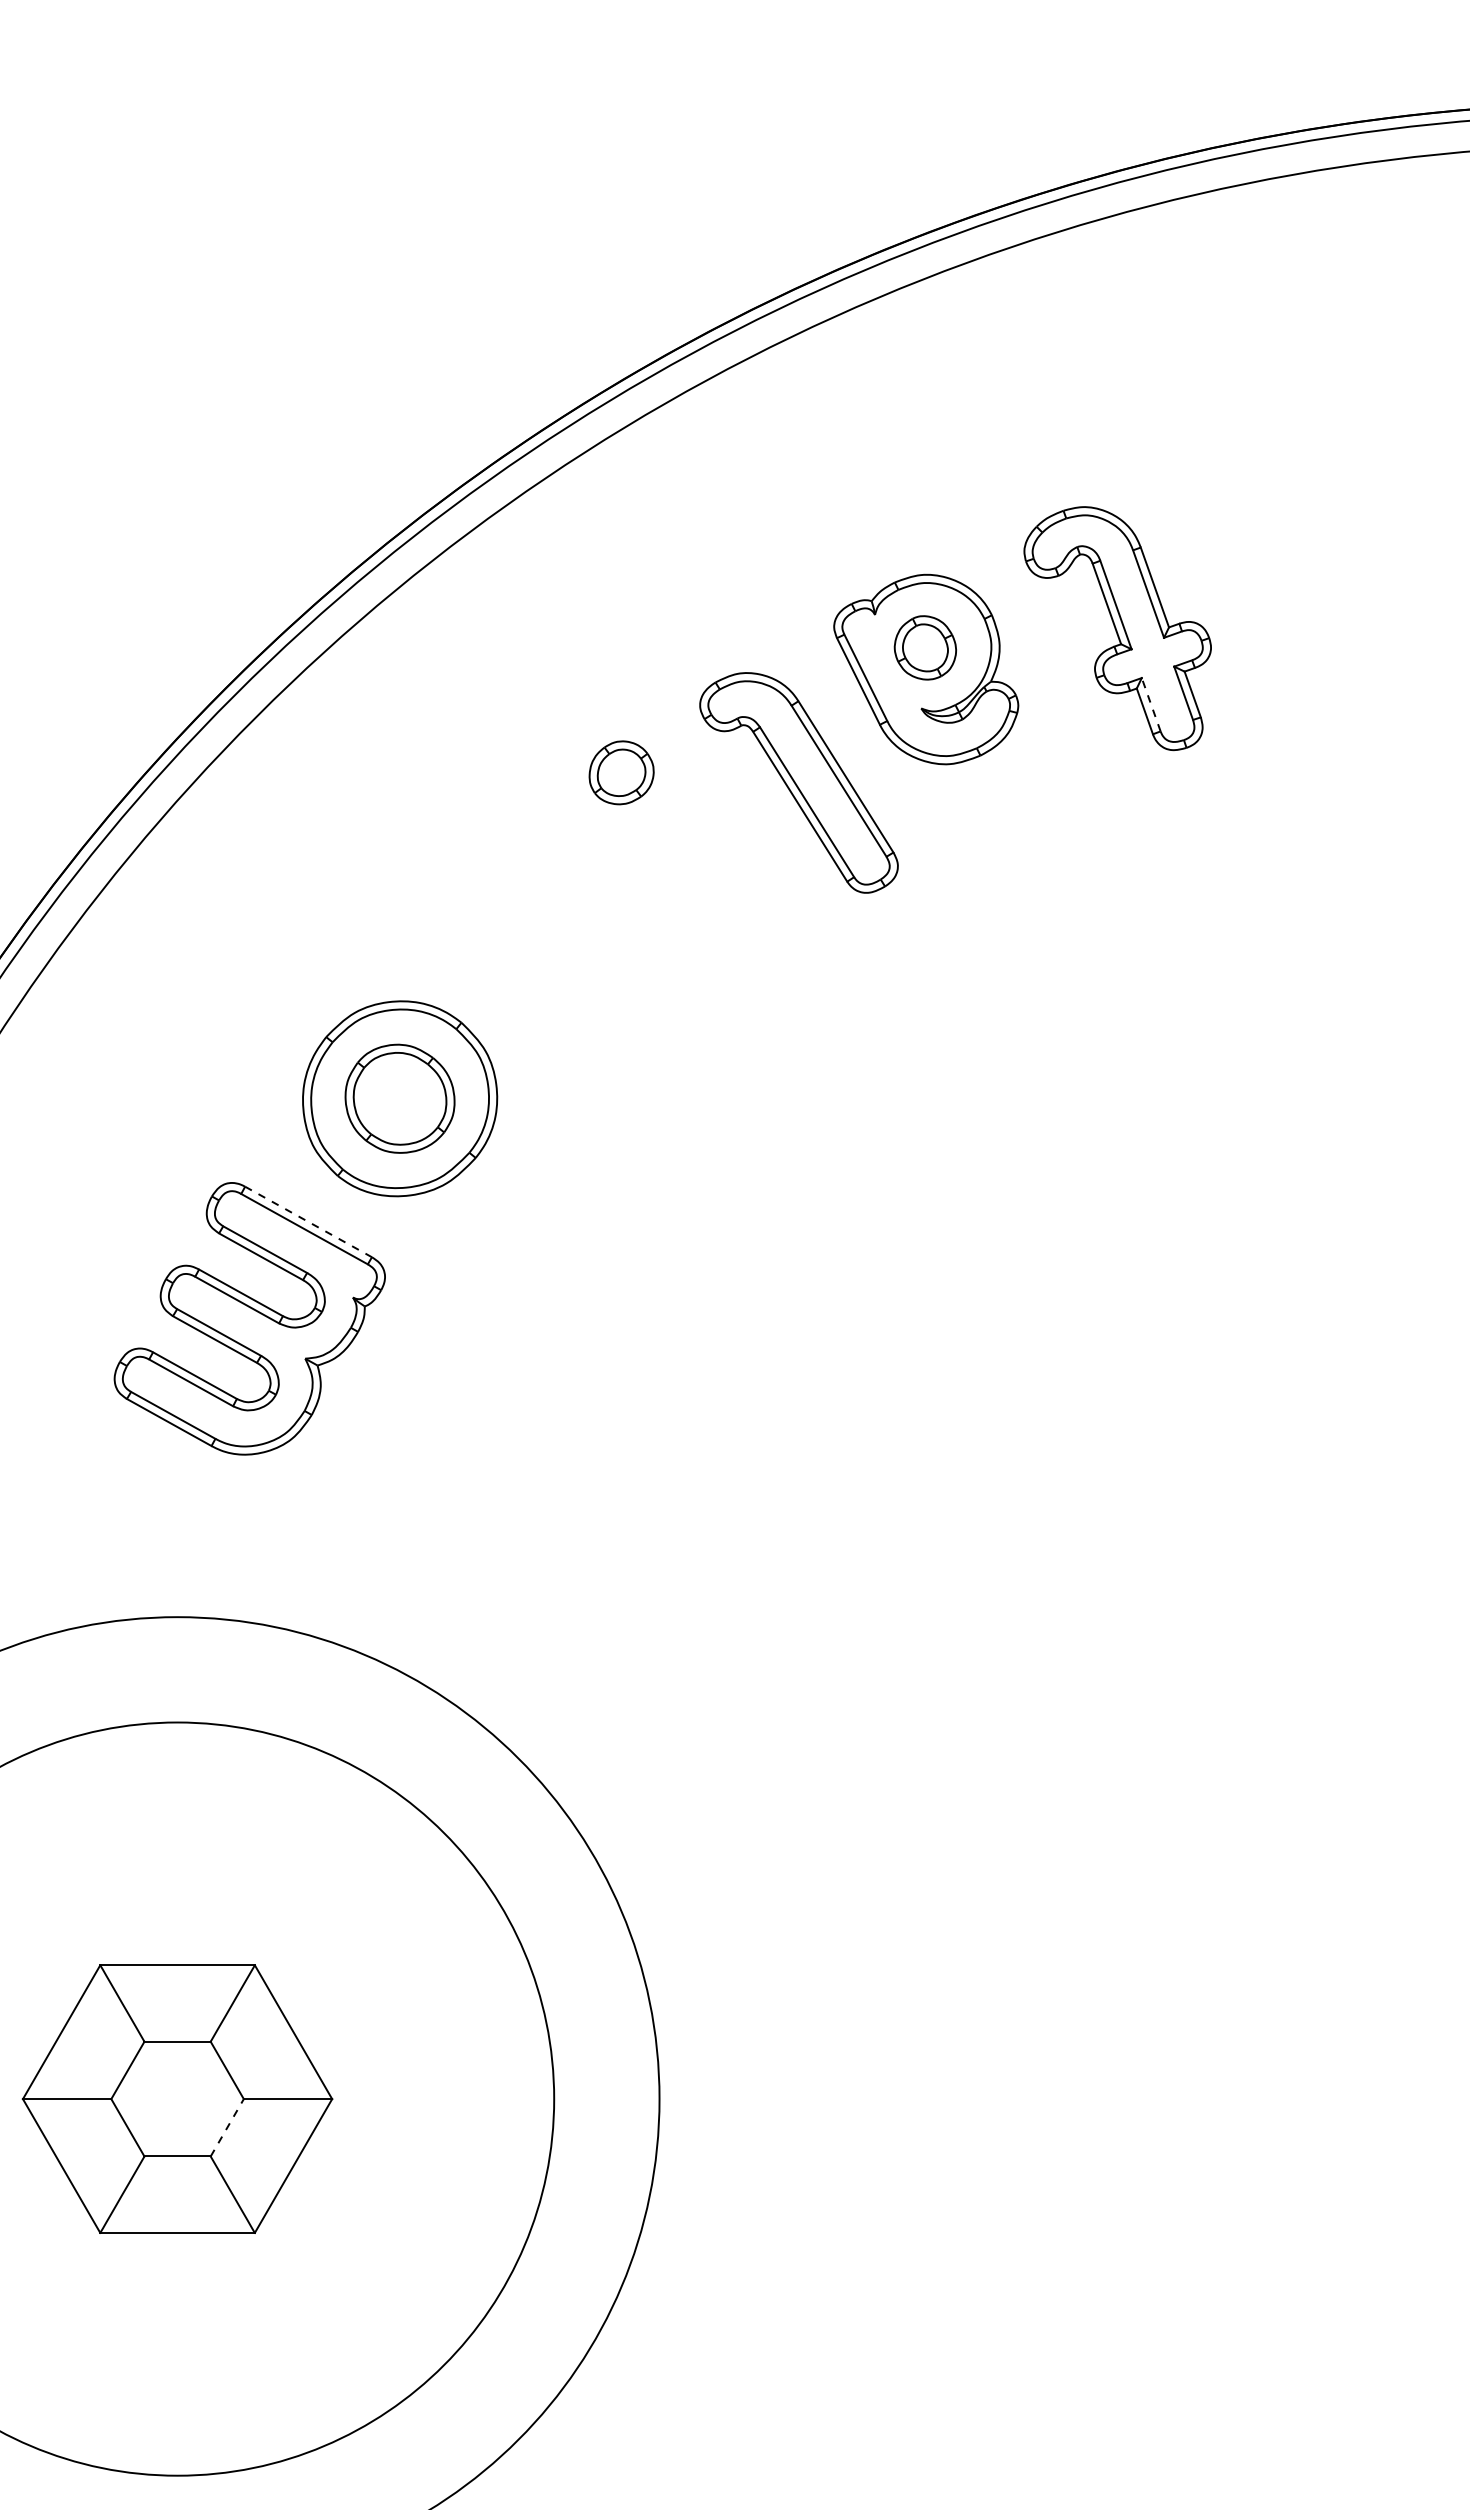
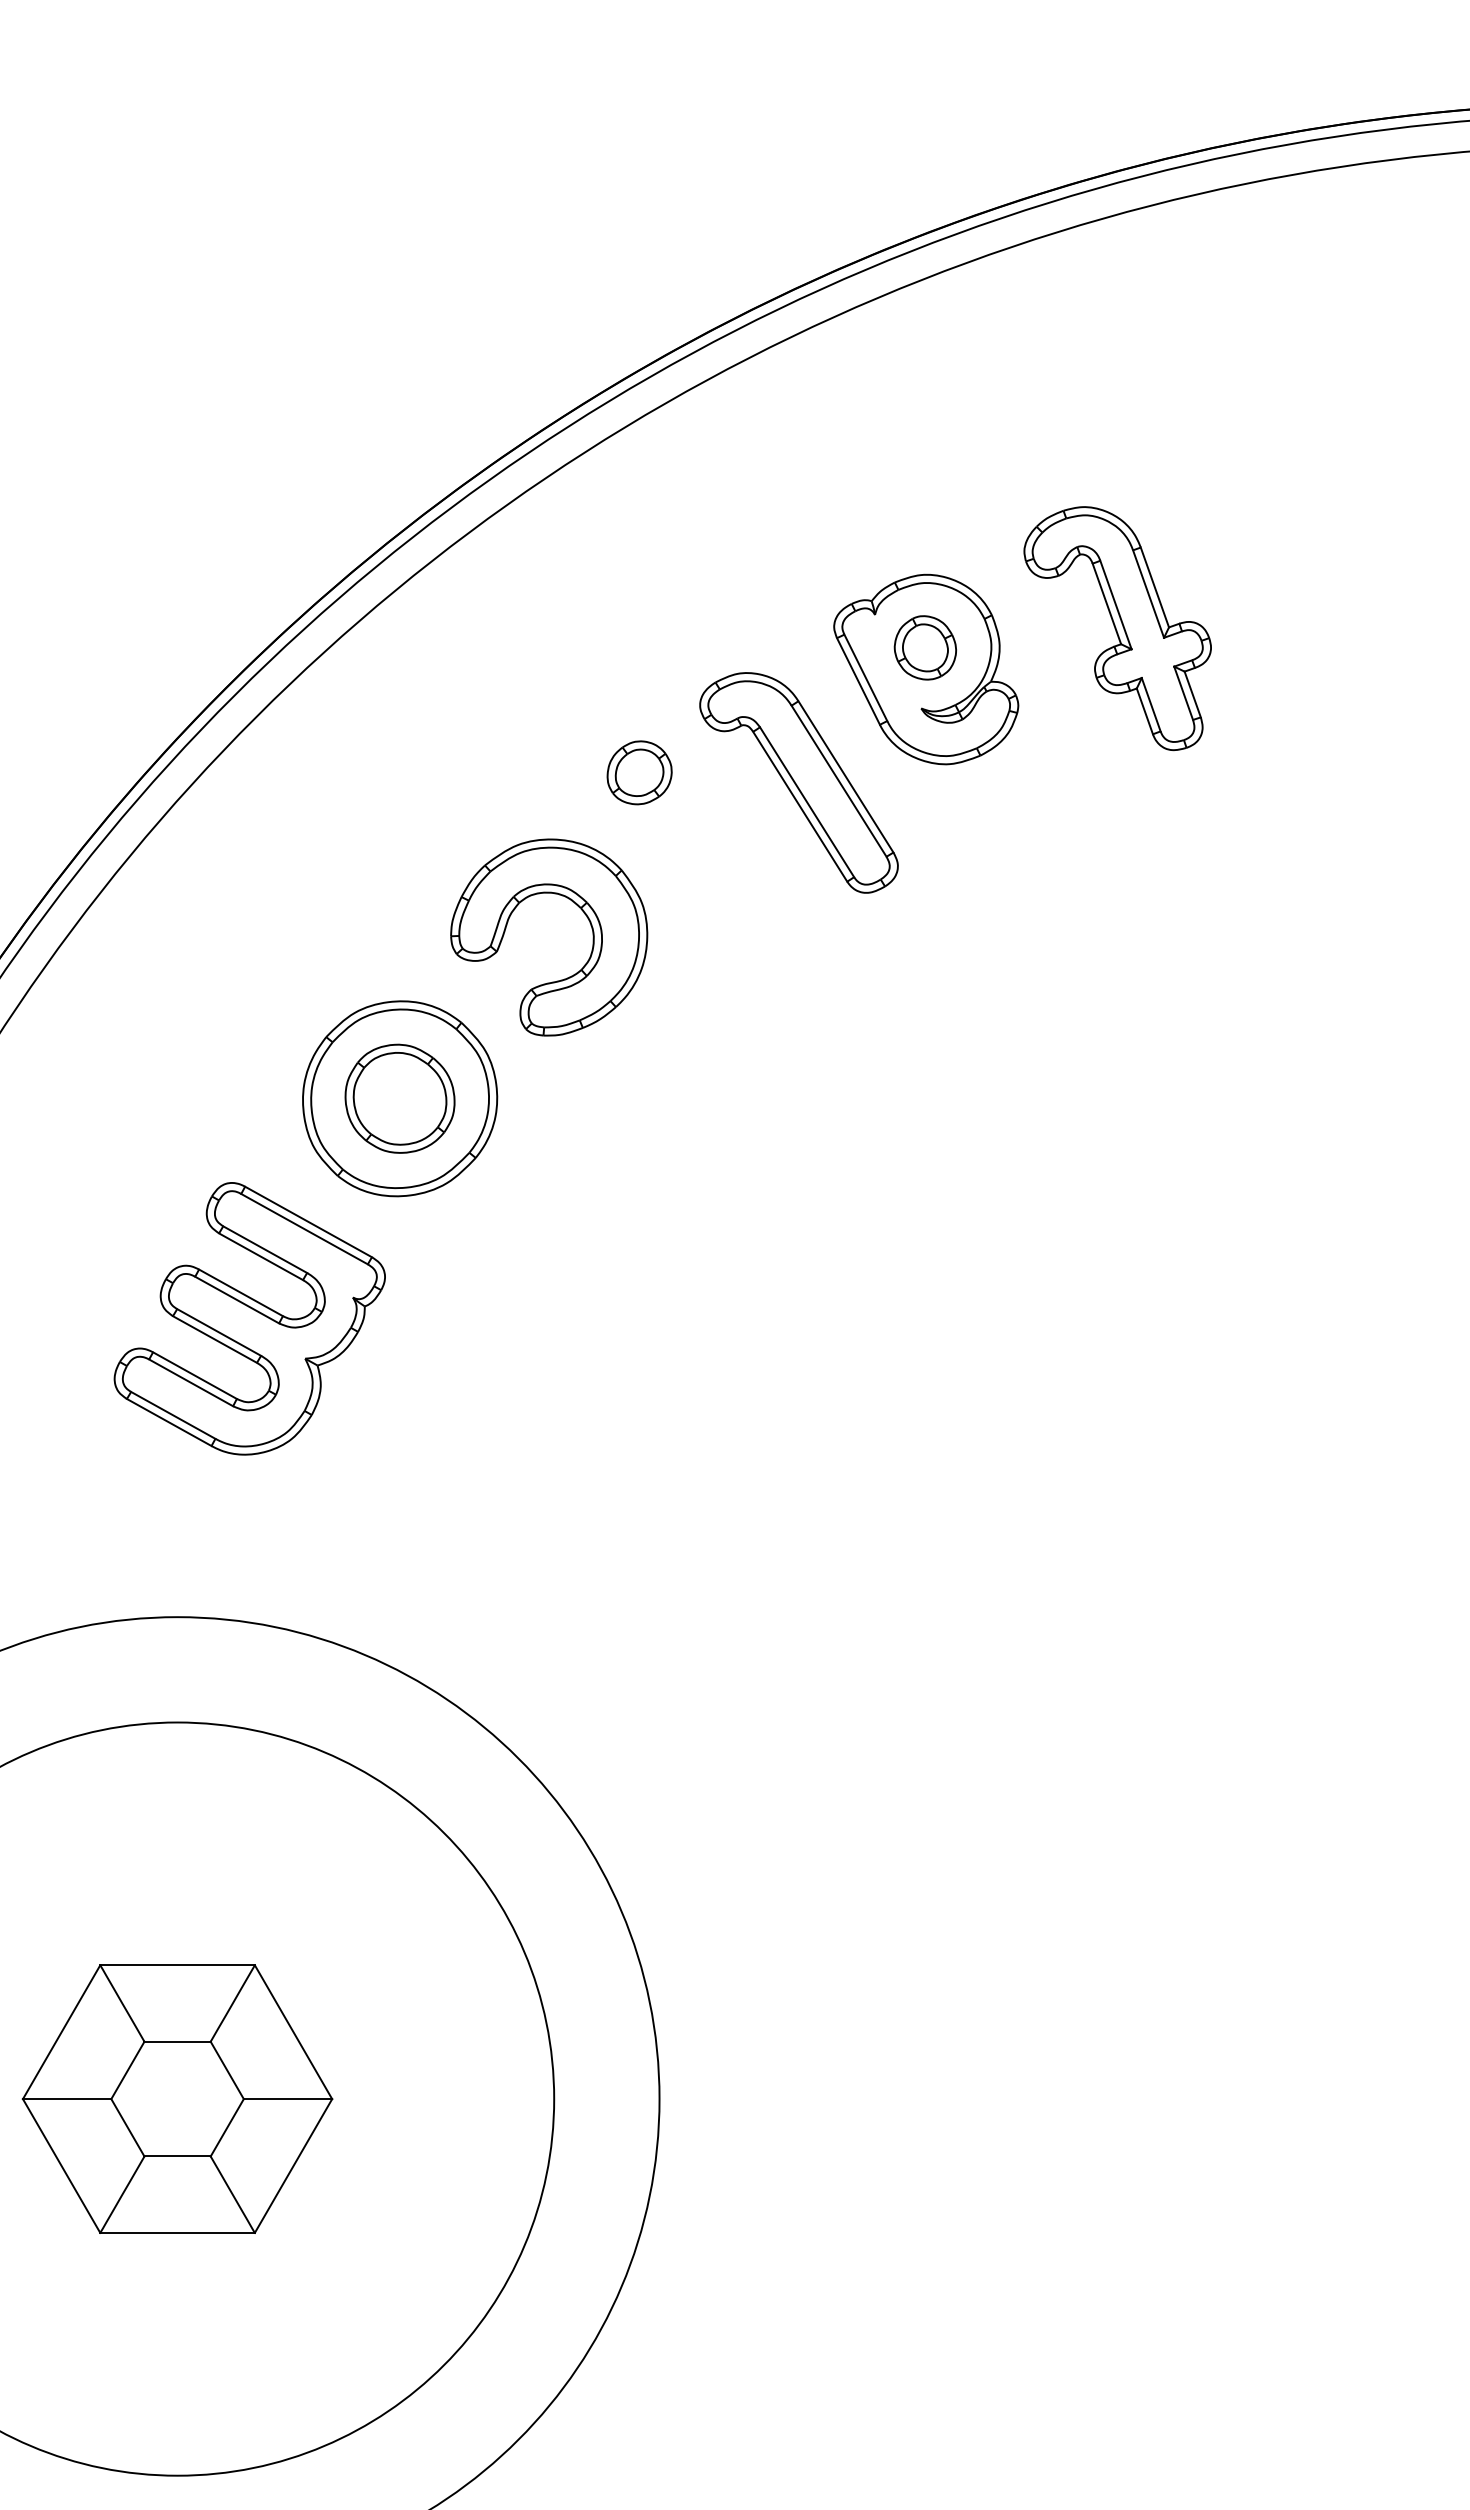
line at (1151, 704): dashed -> solid
part at (621, 772) position: (621, 772) -> (639, 772)
part at (578, 907): none -> present
line at (308, 1221): dashed -> solid
line at (227, 2127): dashed -> solid
